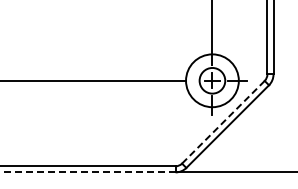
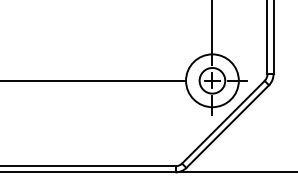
line at (223, 121): dashed -> solid
line at (87, 172): dashed -> solid
